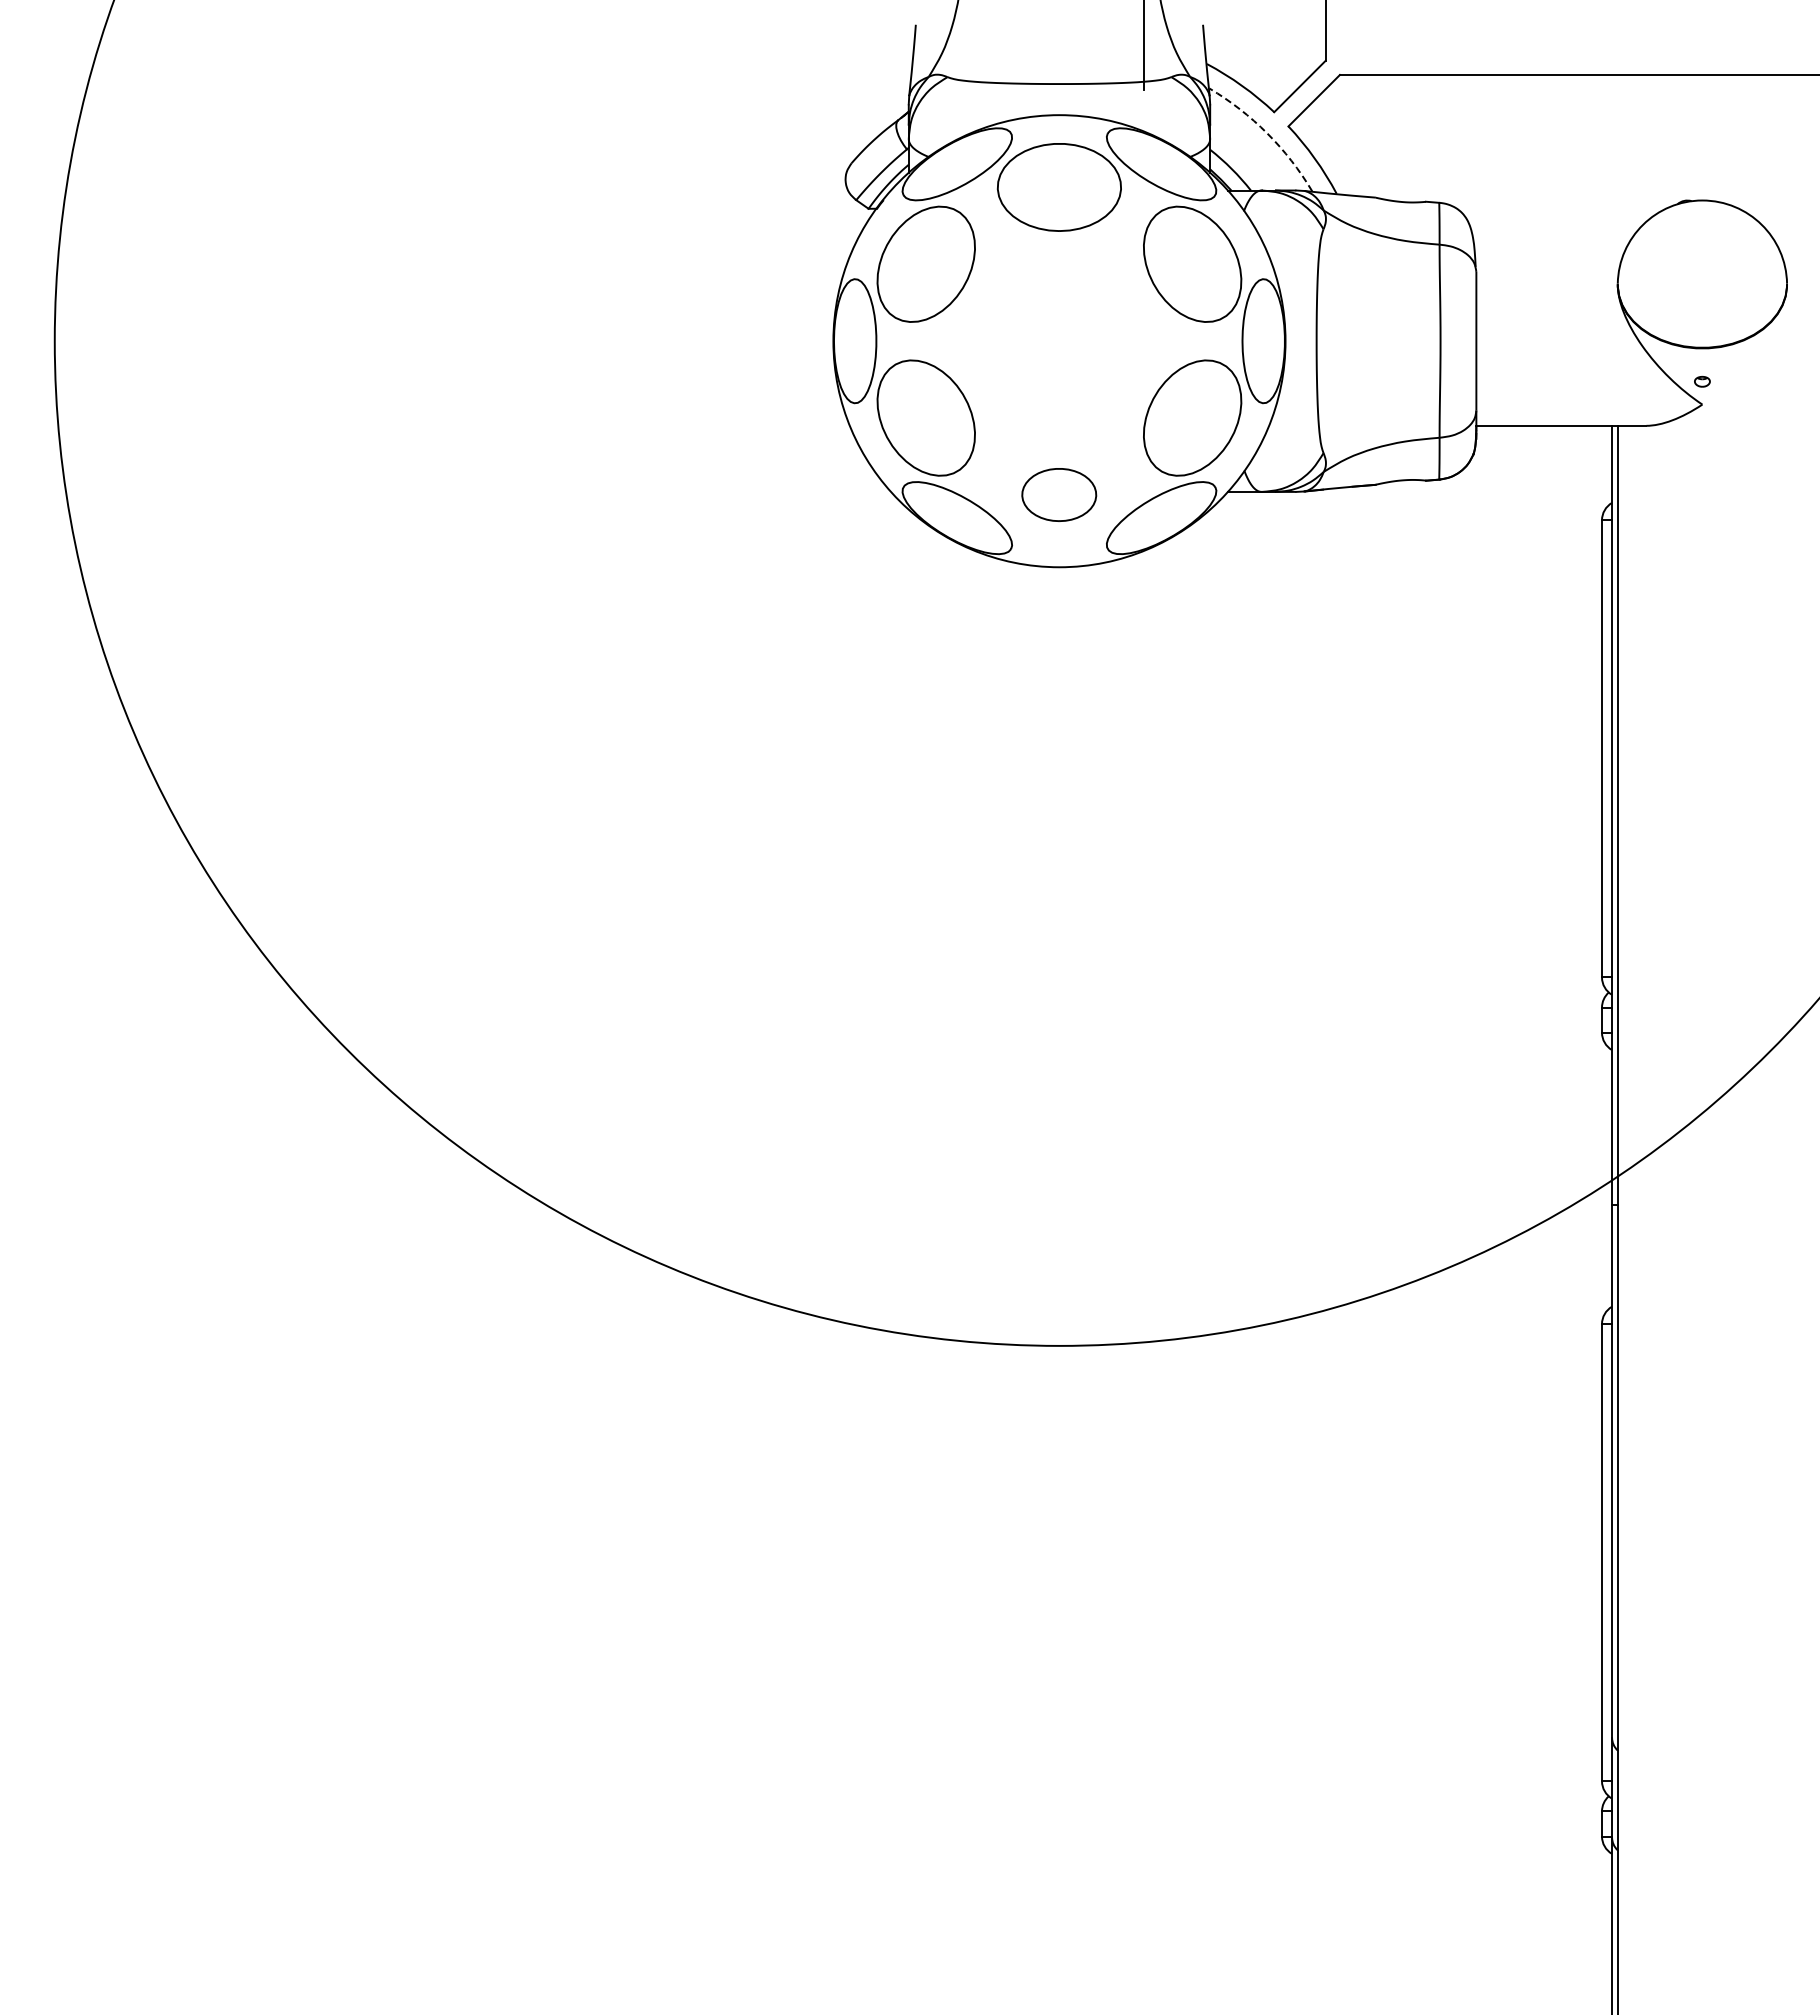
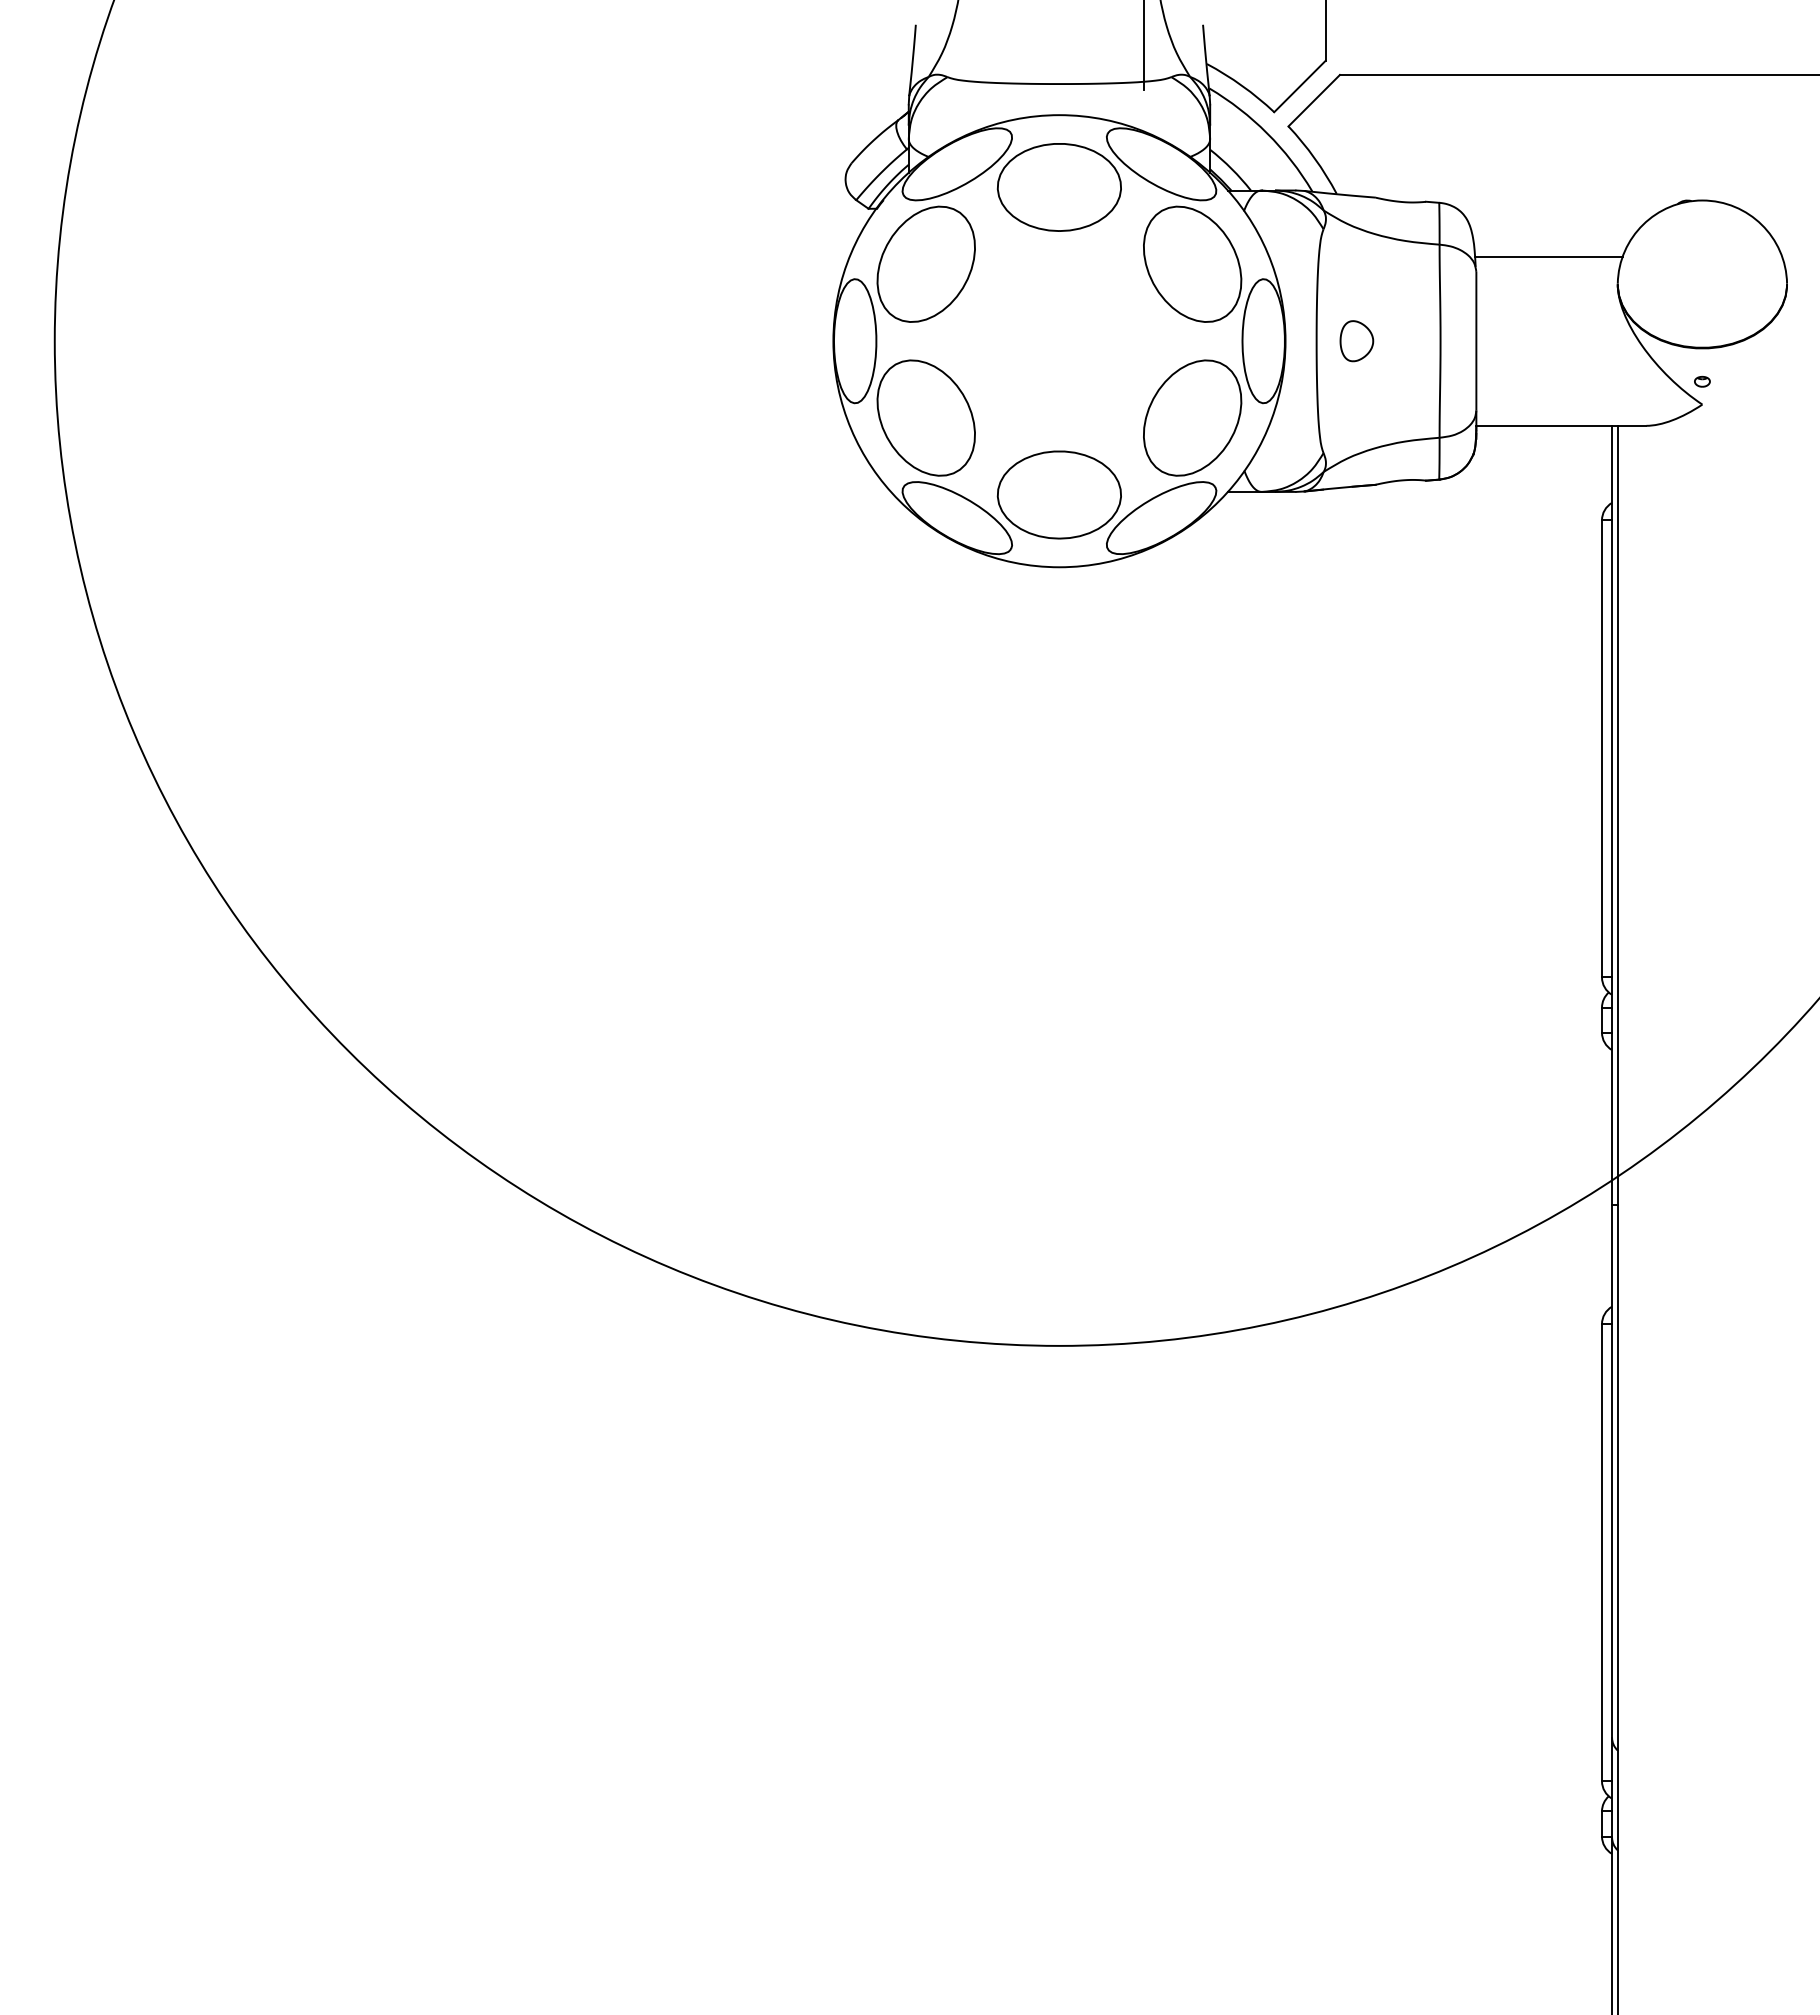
arc at (1267, 133): dashed -> solid
line at (1548, 256): none -> present
part at (1356, 341): none -> present
part at (1059, 494) size: 77x54 px -> 126x90 px
